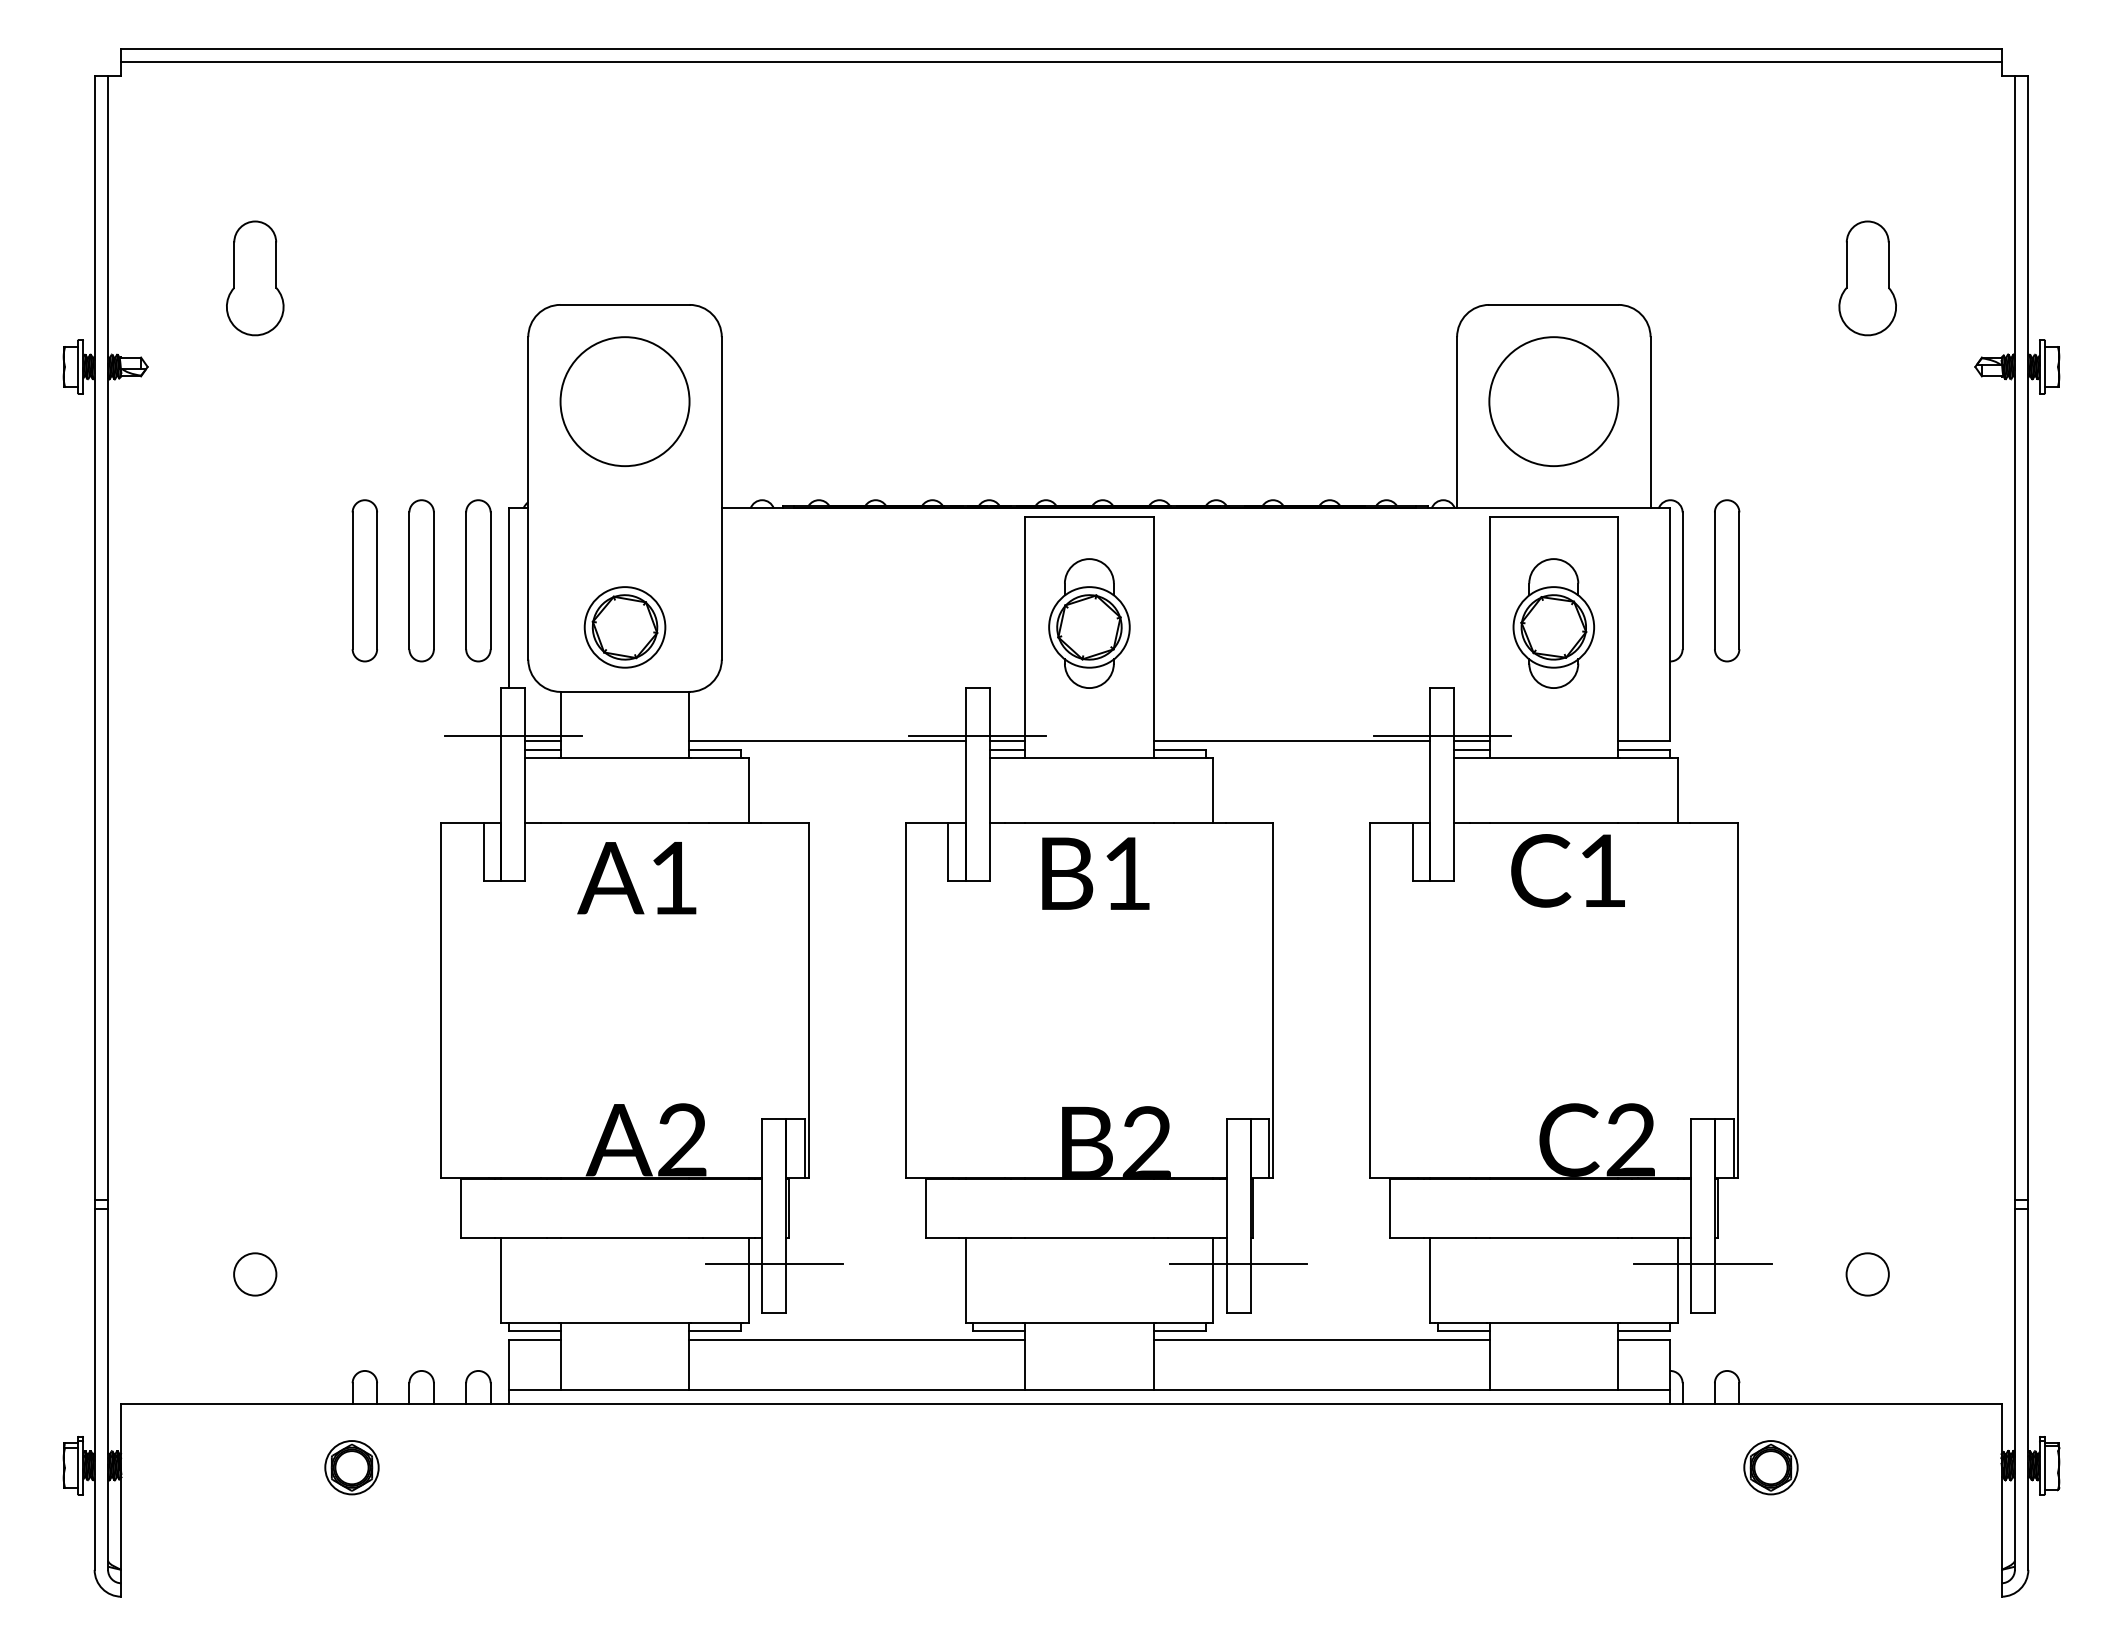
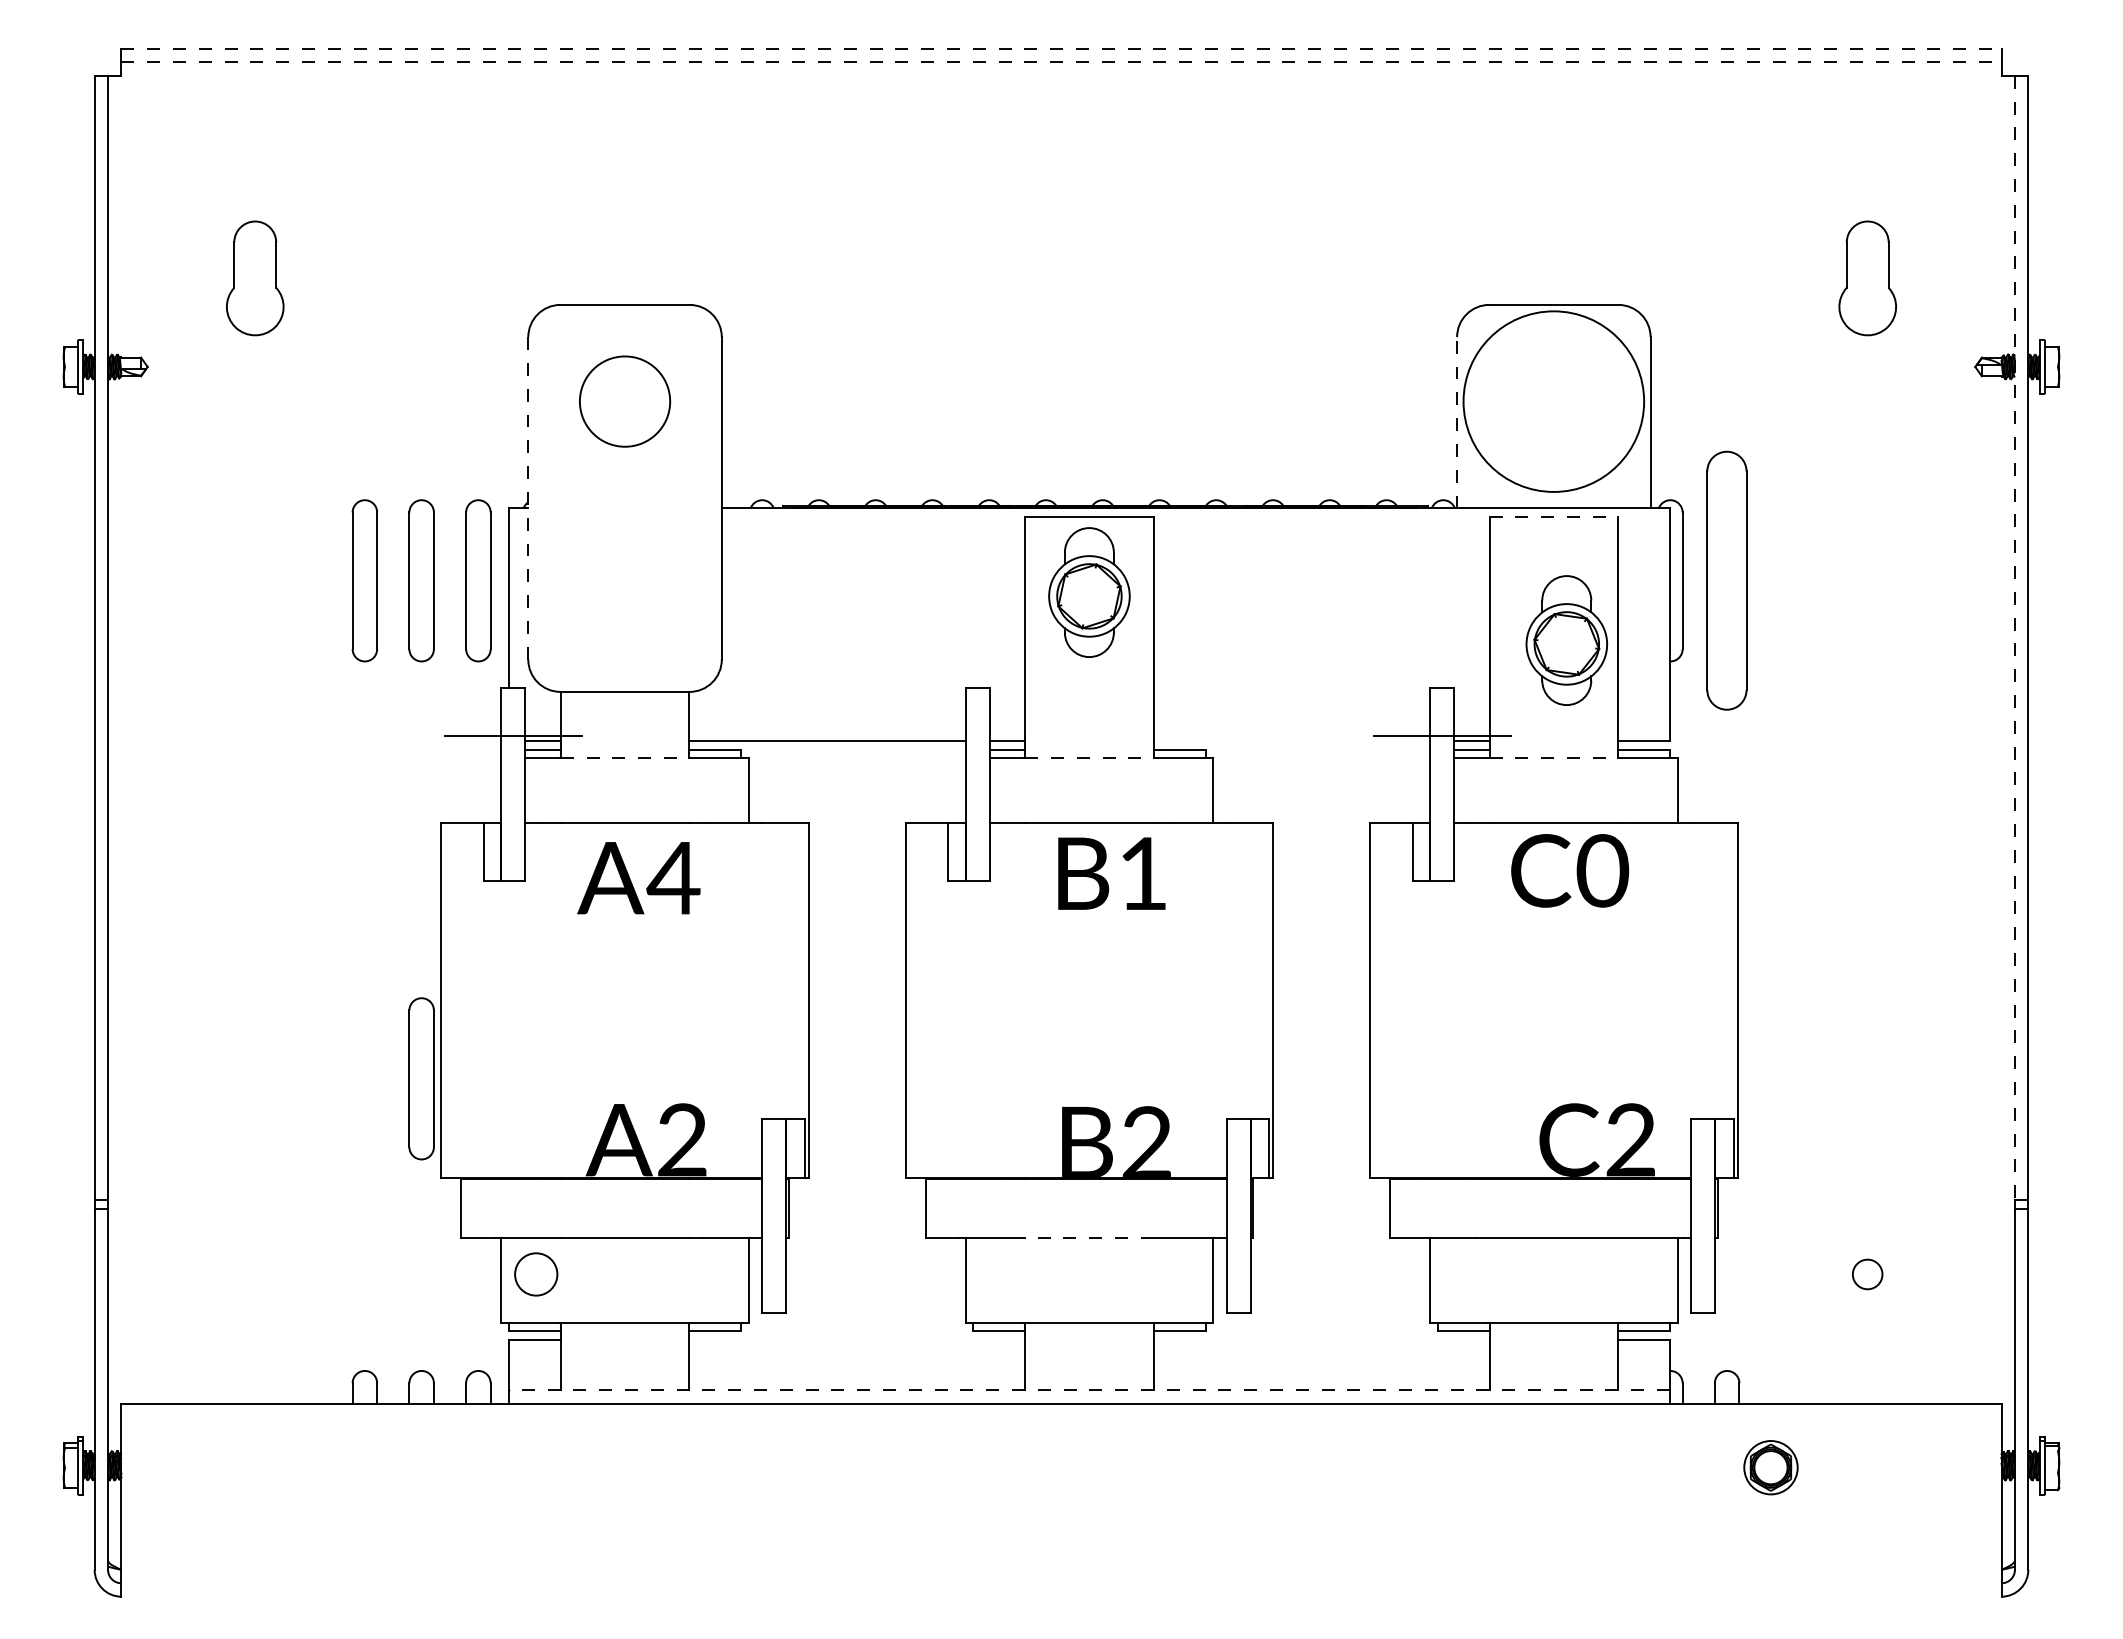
line at (1061, 48): solid -> dashed
line at (1061, 62): solid -> dashed
circle at (624, 401) size: 132x131 px -> 93x93 px
circle at (1553, 401) diameter: 129 px -> 181 px
line at (1457, 422): solid -> dashed
line at (528, 497): solid -> dashed
line at (1554, 516): solid -> dashed
part at (1727, 580) size: 27x164 px -> 42x261 px
part at (1089, 623) position: (1089, 623) -> (1089, 592)
part at (1553, 623) position: (1553, 623) -> (1566, 640)
part at (624, 627): present -> none
line at (2014, 638): solid -> dashed
line at (977, 736): present -> none
line at (1291, 740): present -> none
line at (625, 758): solid -> dashed
line at (1089, 758): solid -> dashed
line at (1554, 758): solid -> dashed
text at (1602, 870): C1 -> C0
text at (1095, 873) position: (1095, 873) -> (1111, 873)
text at (673, 878): A1 -> A4
part at (421, 1078): none -> present
line at (1089, 1237): solid -> dashed
line at (773, 1264): present -> none
line at (1238, 1264): present -> none
line at (1702, 1264): present -> none
circle at (255, 1274) position: (255, 1274) -> (536, 1274)
circle at (1867, 1274) size: 45x45 px -> 32x33 px
line at (857, 1340): present -> none
line at (1321, 1340): present -> none
line at (1088, 1389): solid -> dashed
part at (351, 1467): present -> none
